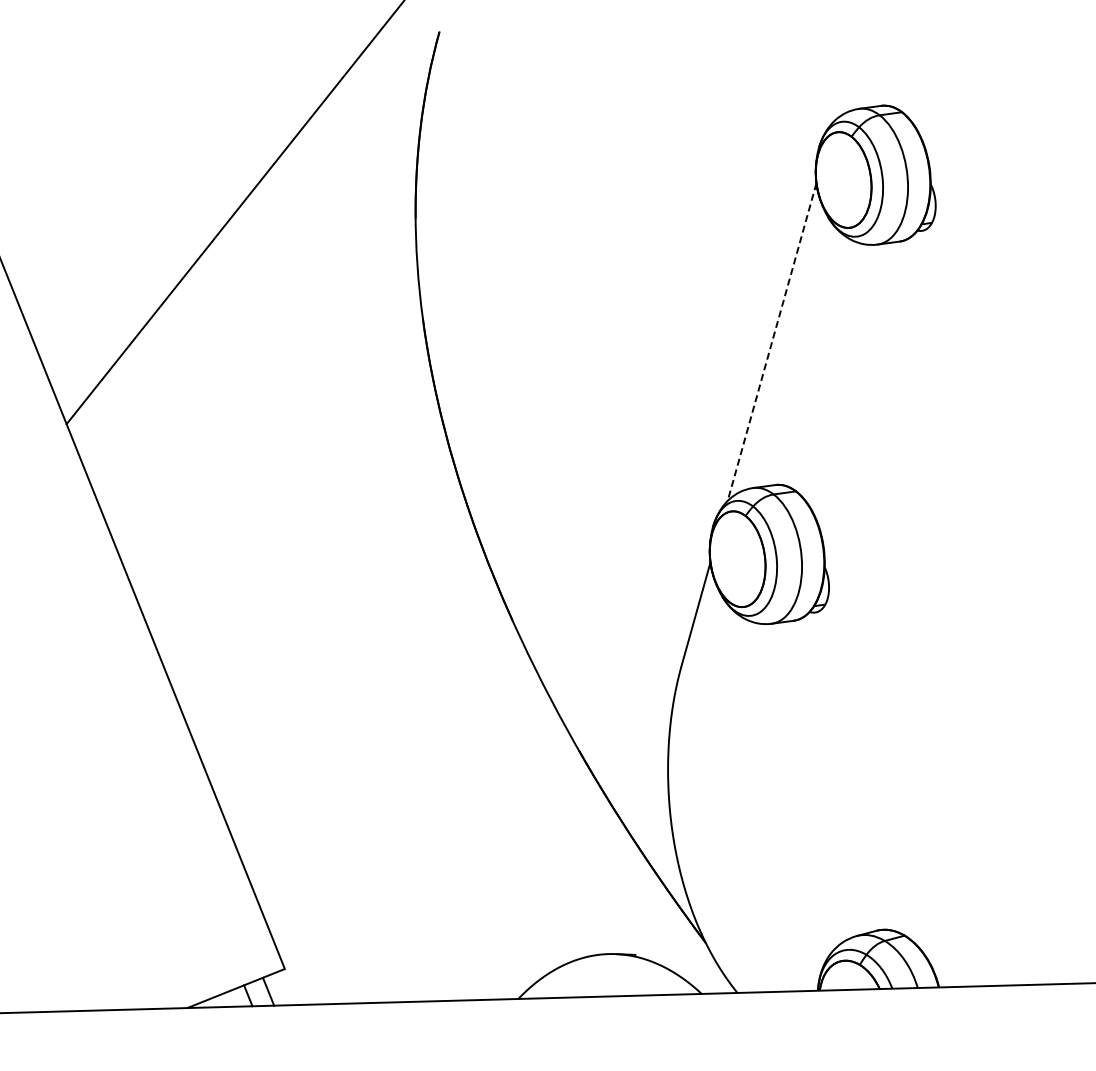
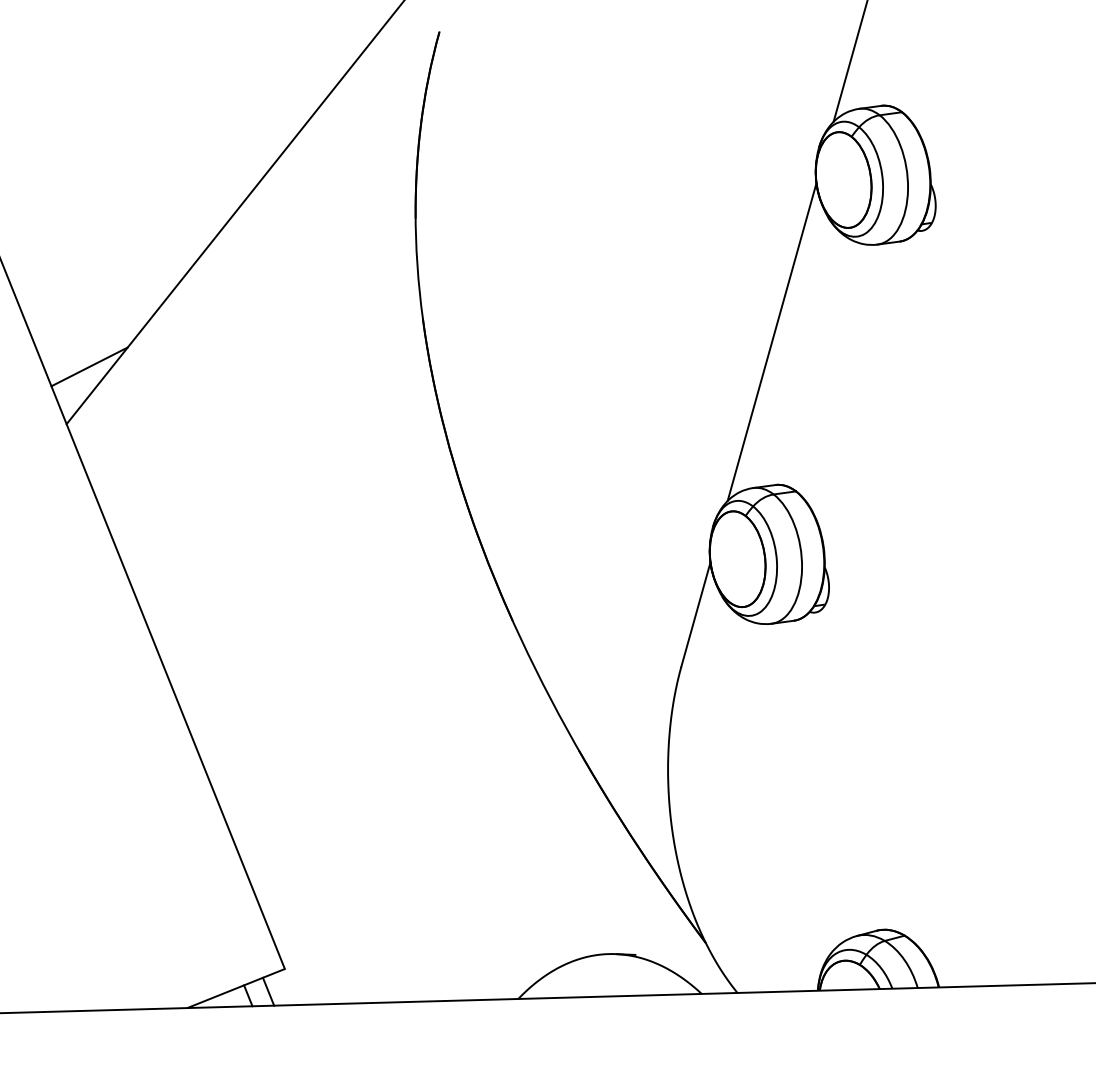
line at (849, 61): none -> present
line at (772, 342): dashed -> solid
line at (89, 366): none -> present
